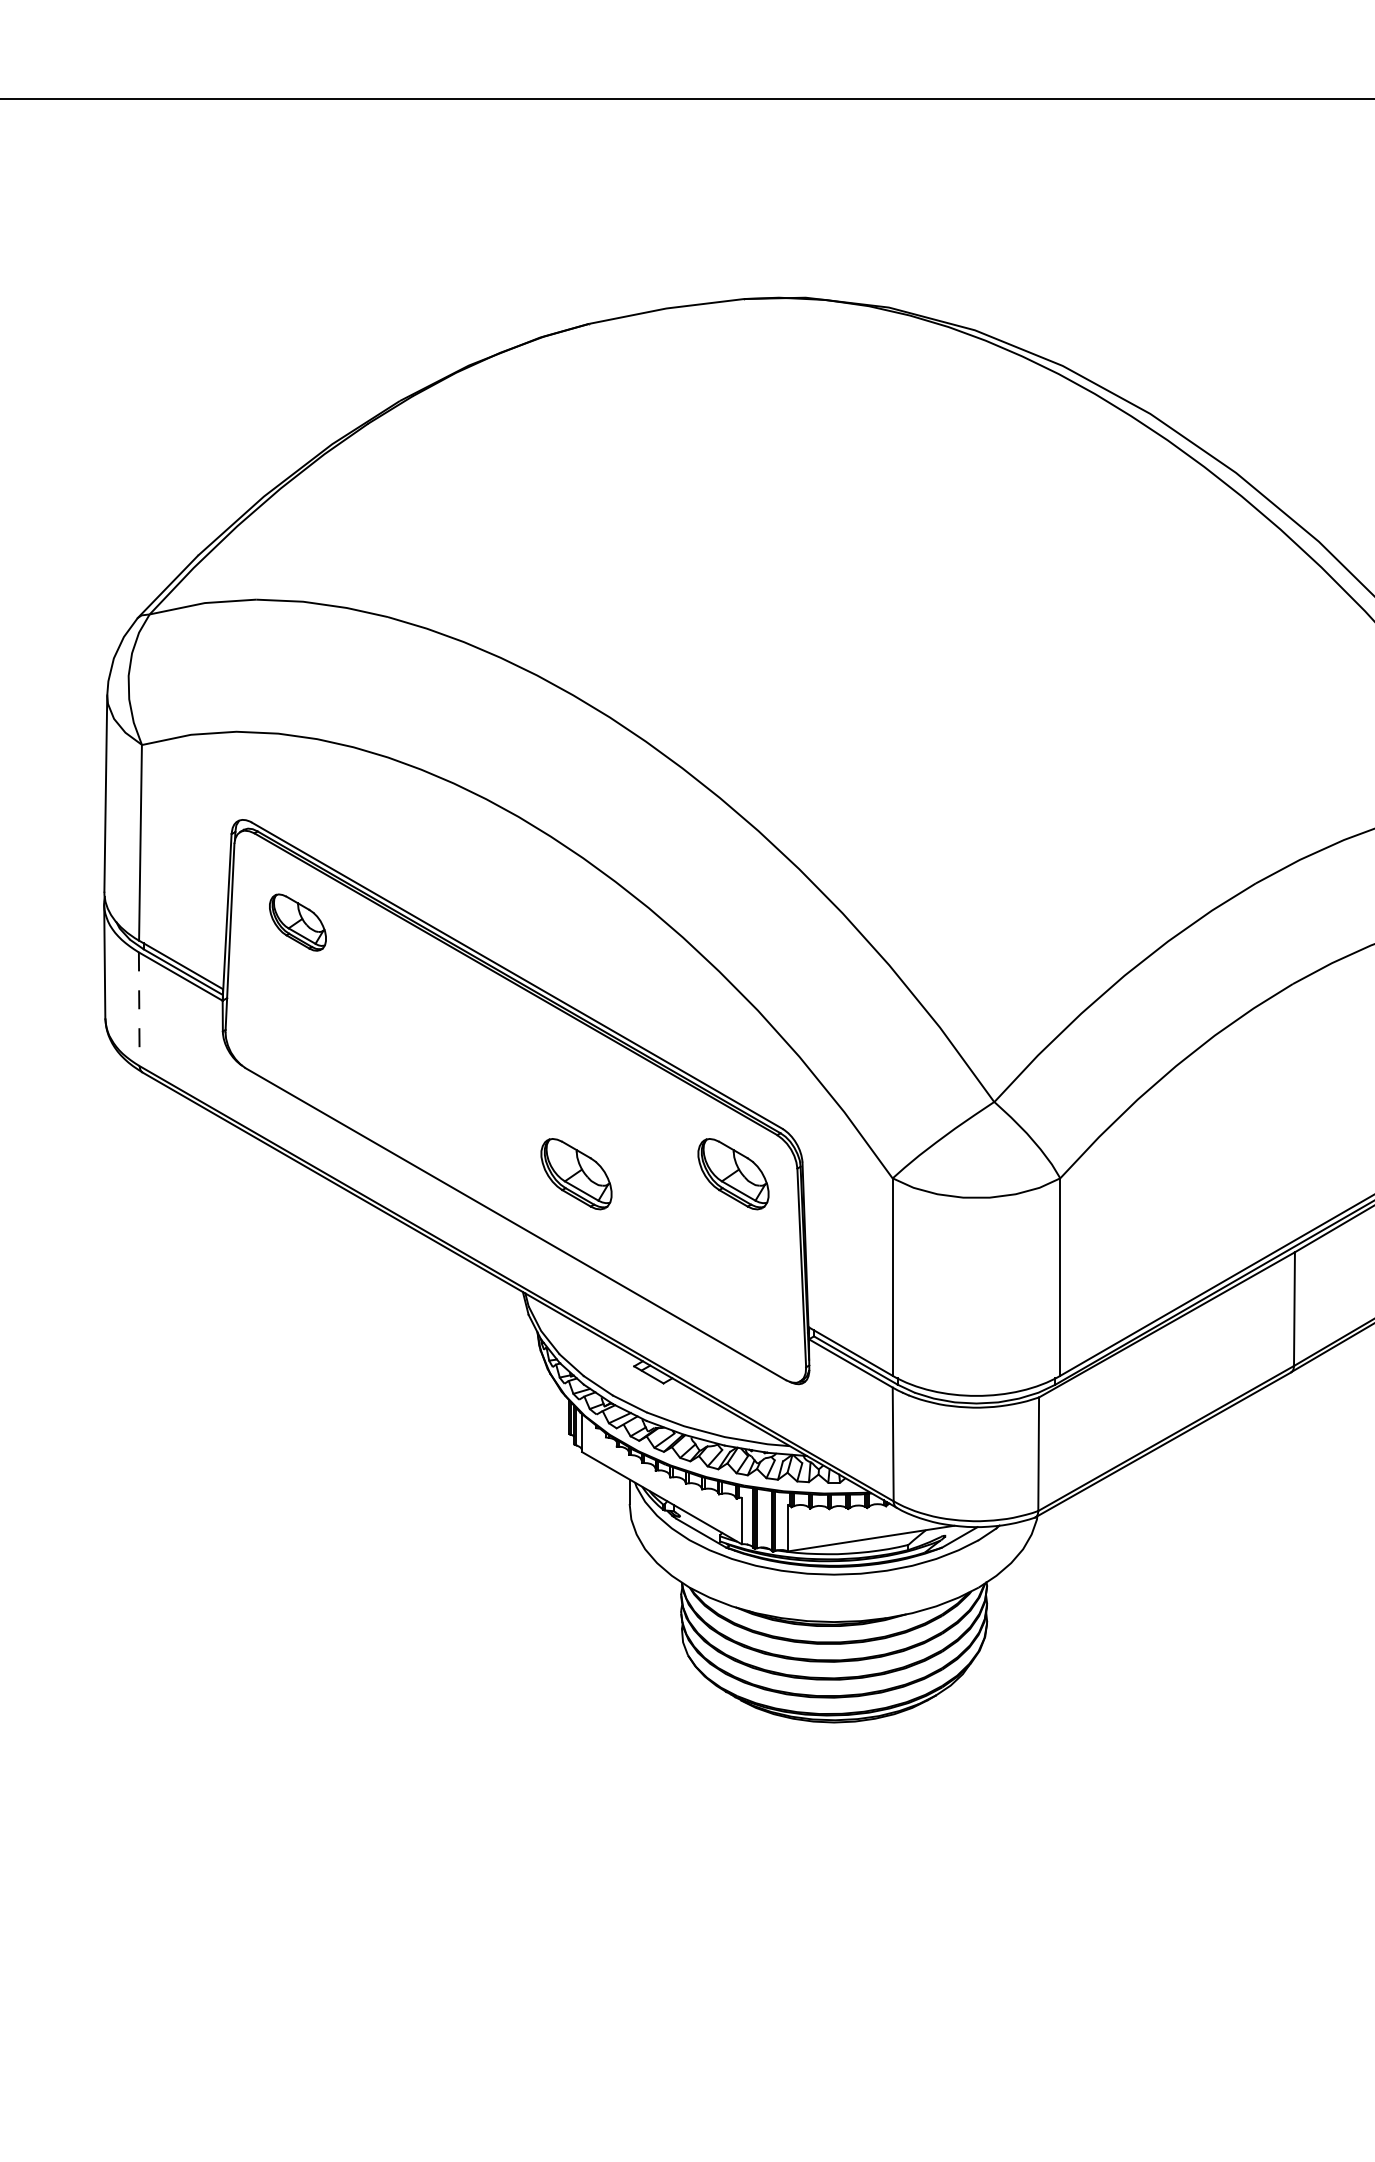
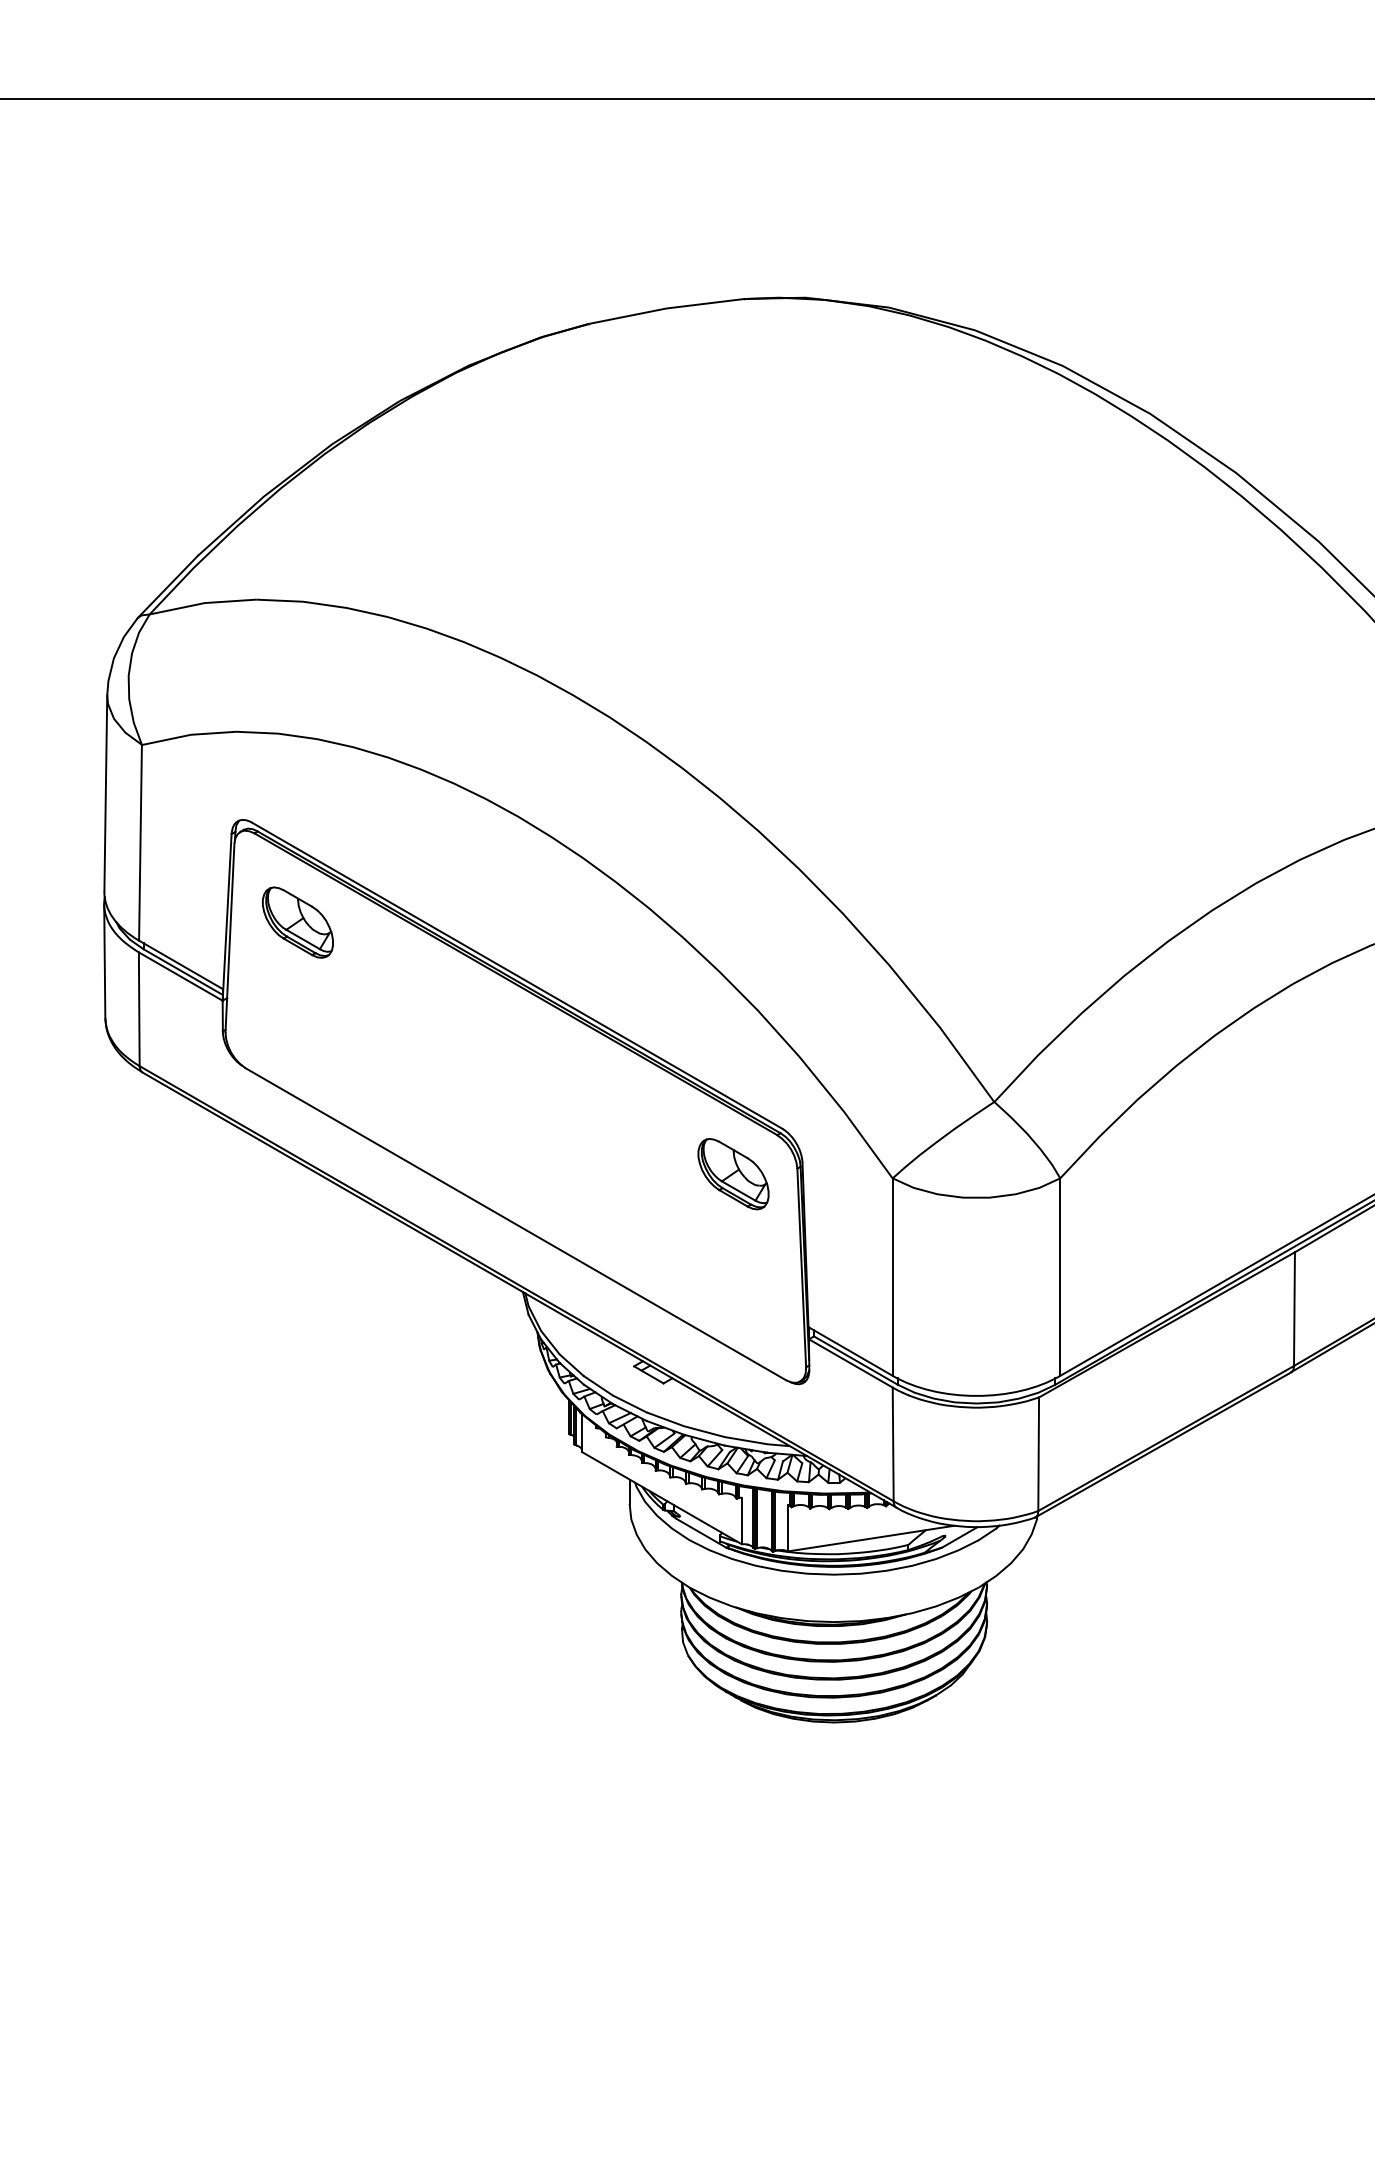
part at (297, 922) size: 58x59 px -> 72x73 px
line at (139, 1009): dashed -> solid
part at (576, 1174): present -> none
